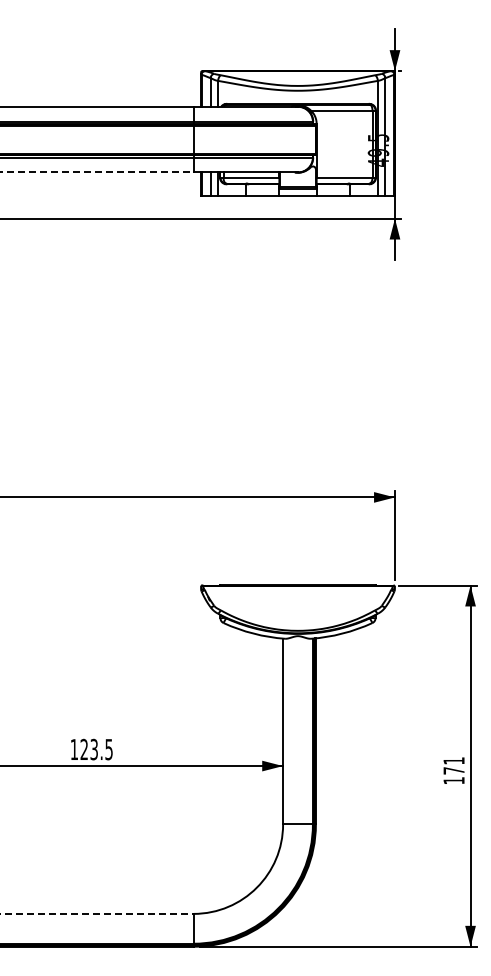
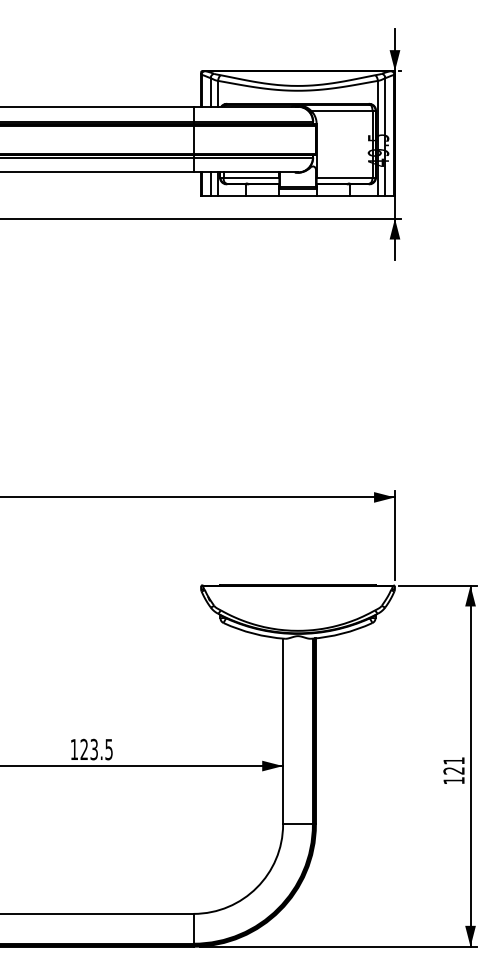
line at (97, 172): dashed -> solid
text at (453, 770): 171 -> 121
line at (96, 913): dashed -> solid
